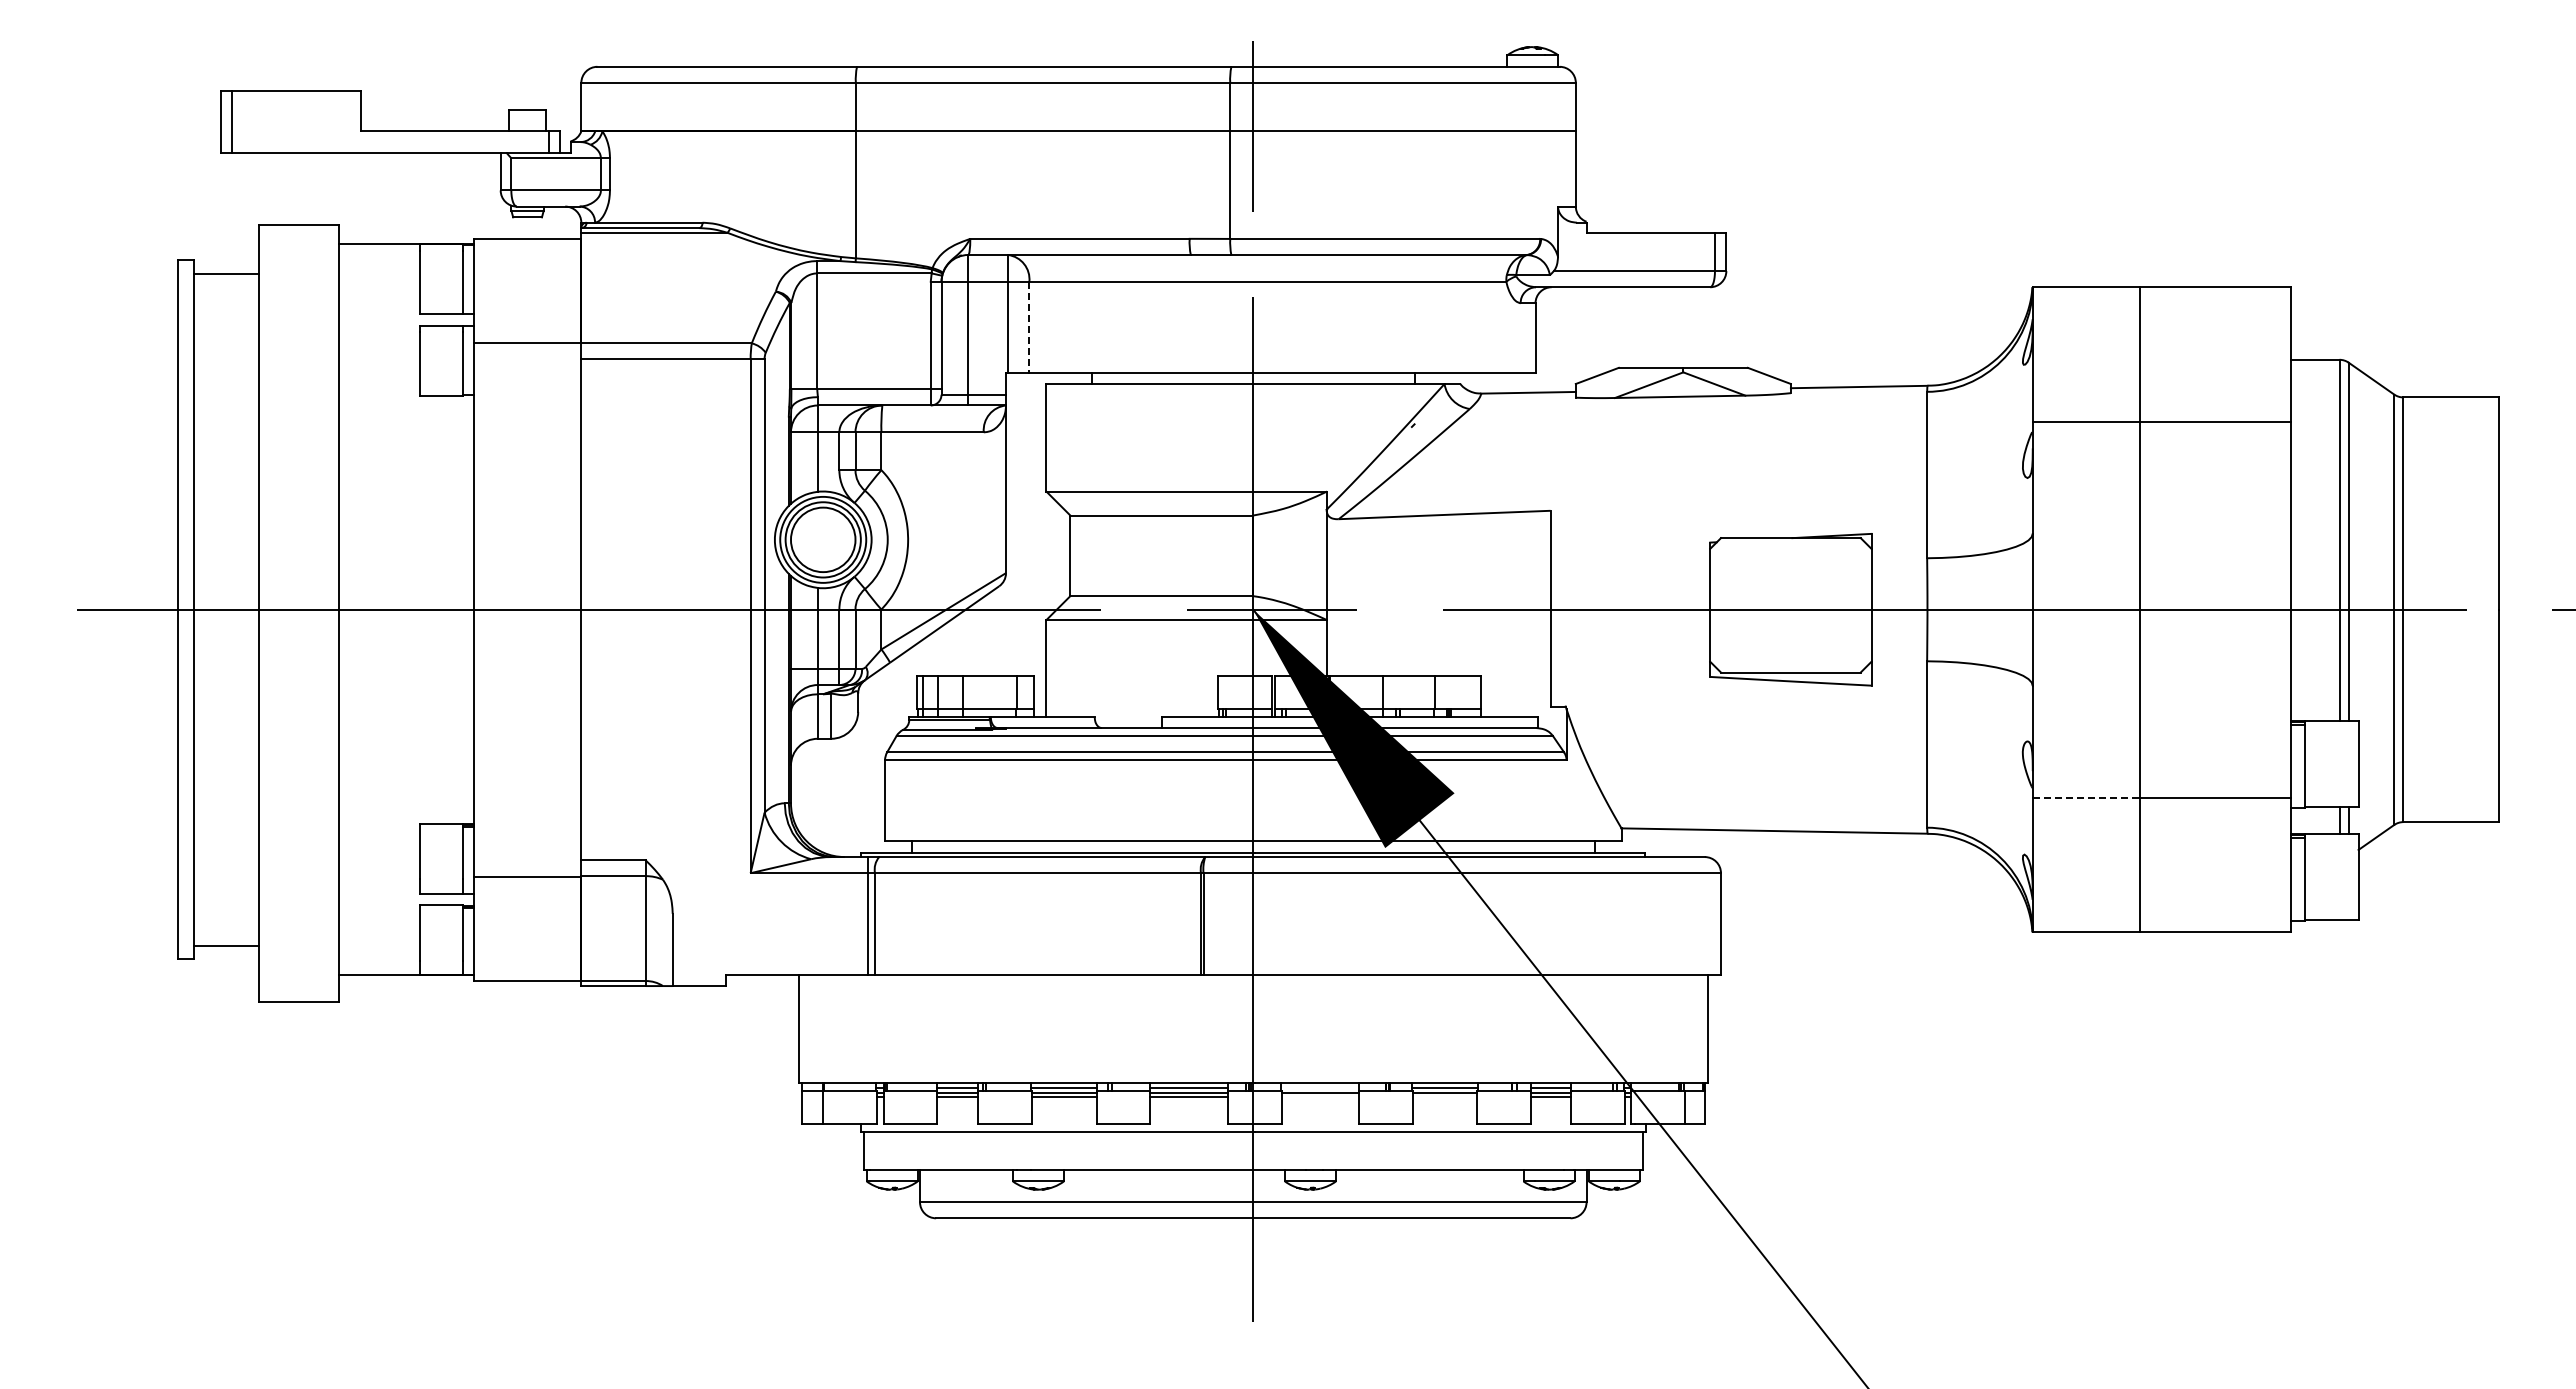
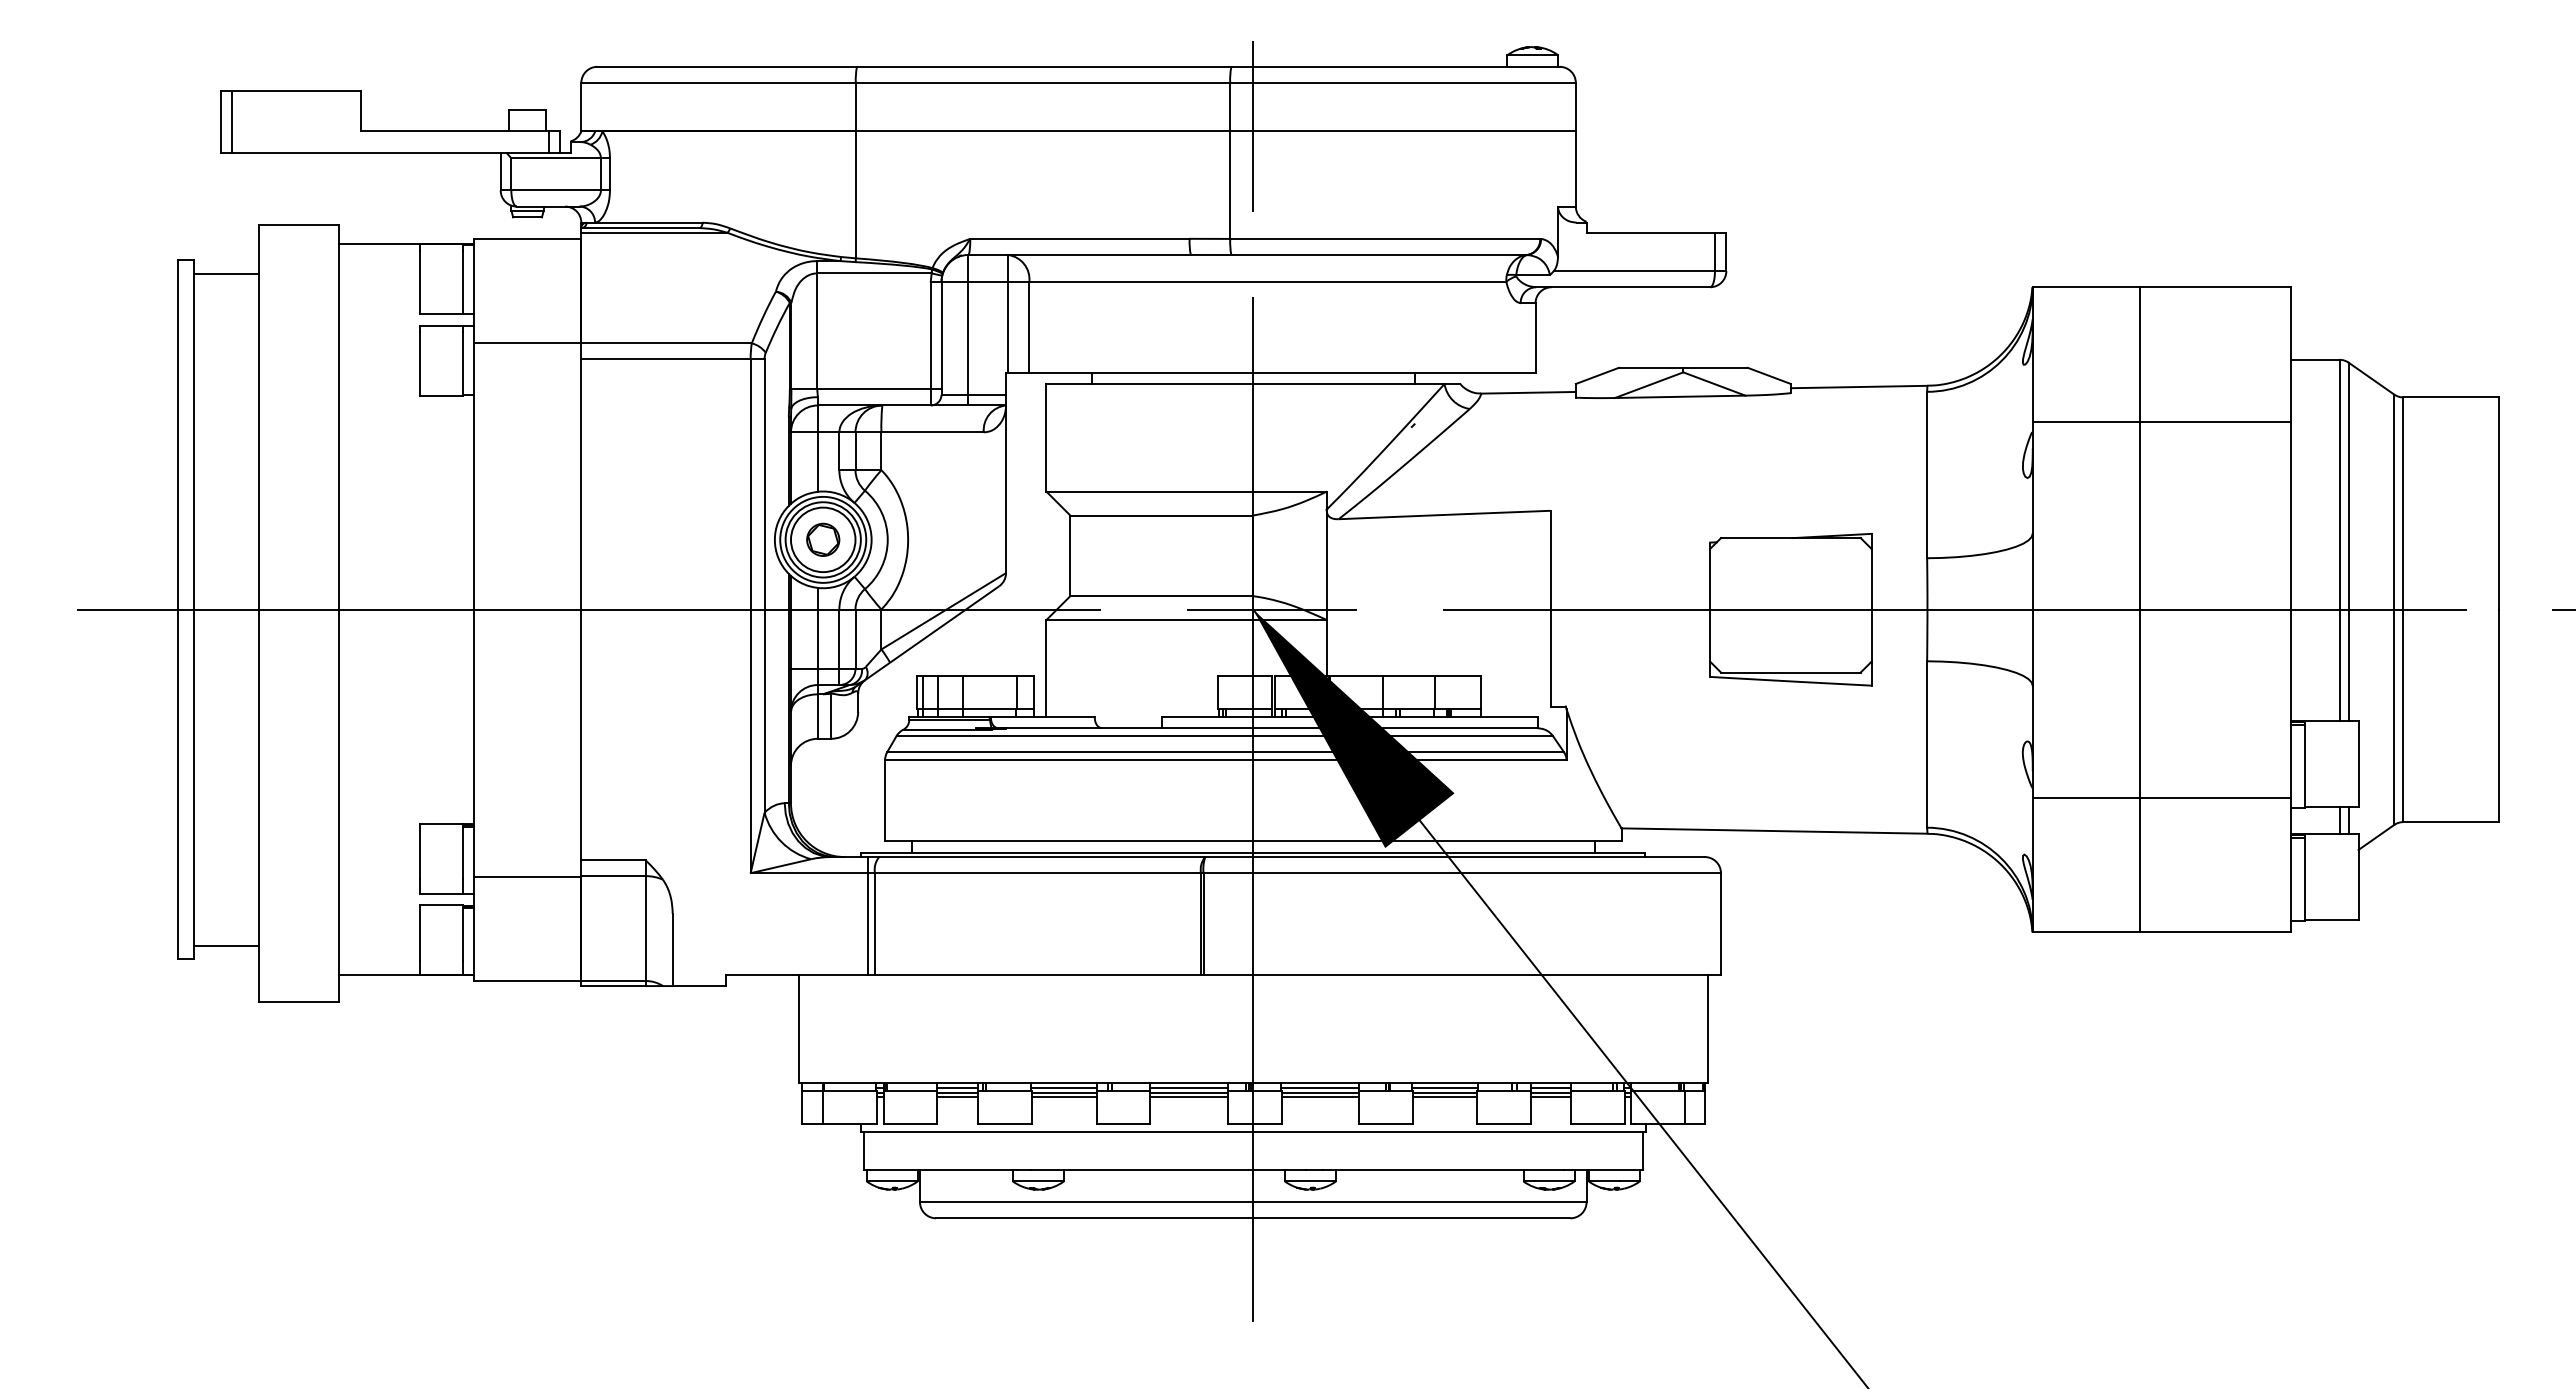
line at (1029, 327): dashed -> solid
part at (823, 539): none -> present
line at (2086, 797): dashed -> solid
line at (1320, 1087): none -> present
line at (1320, 1096): none -> present
line at (1444, 1096): none -> present
